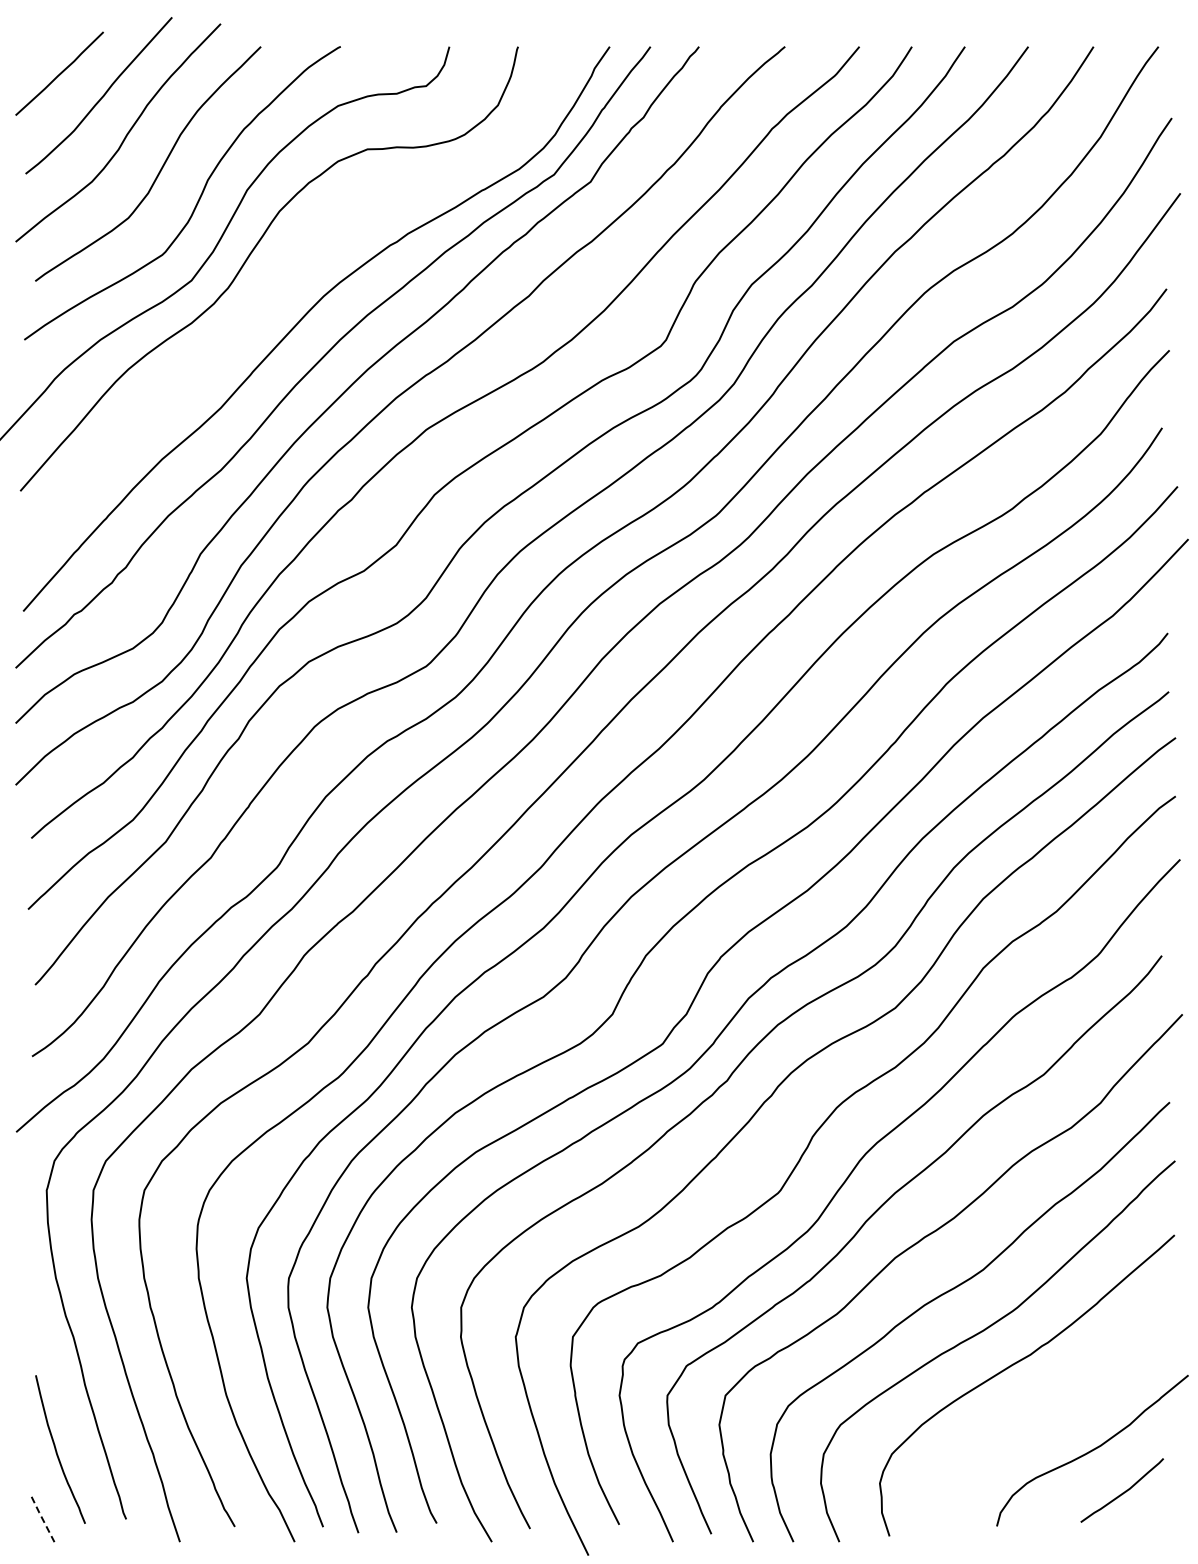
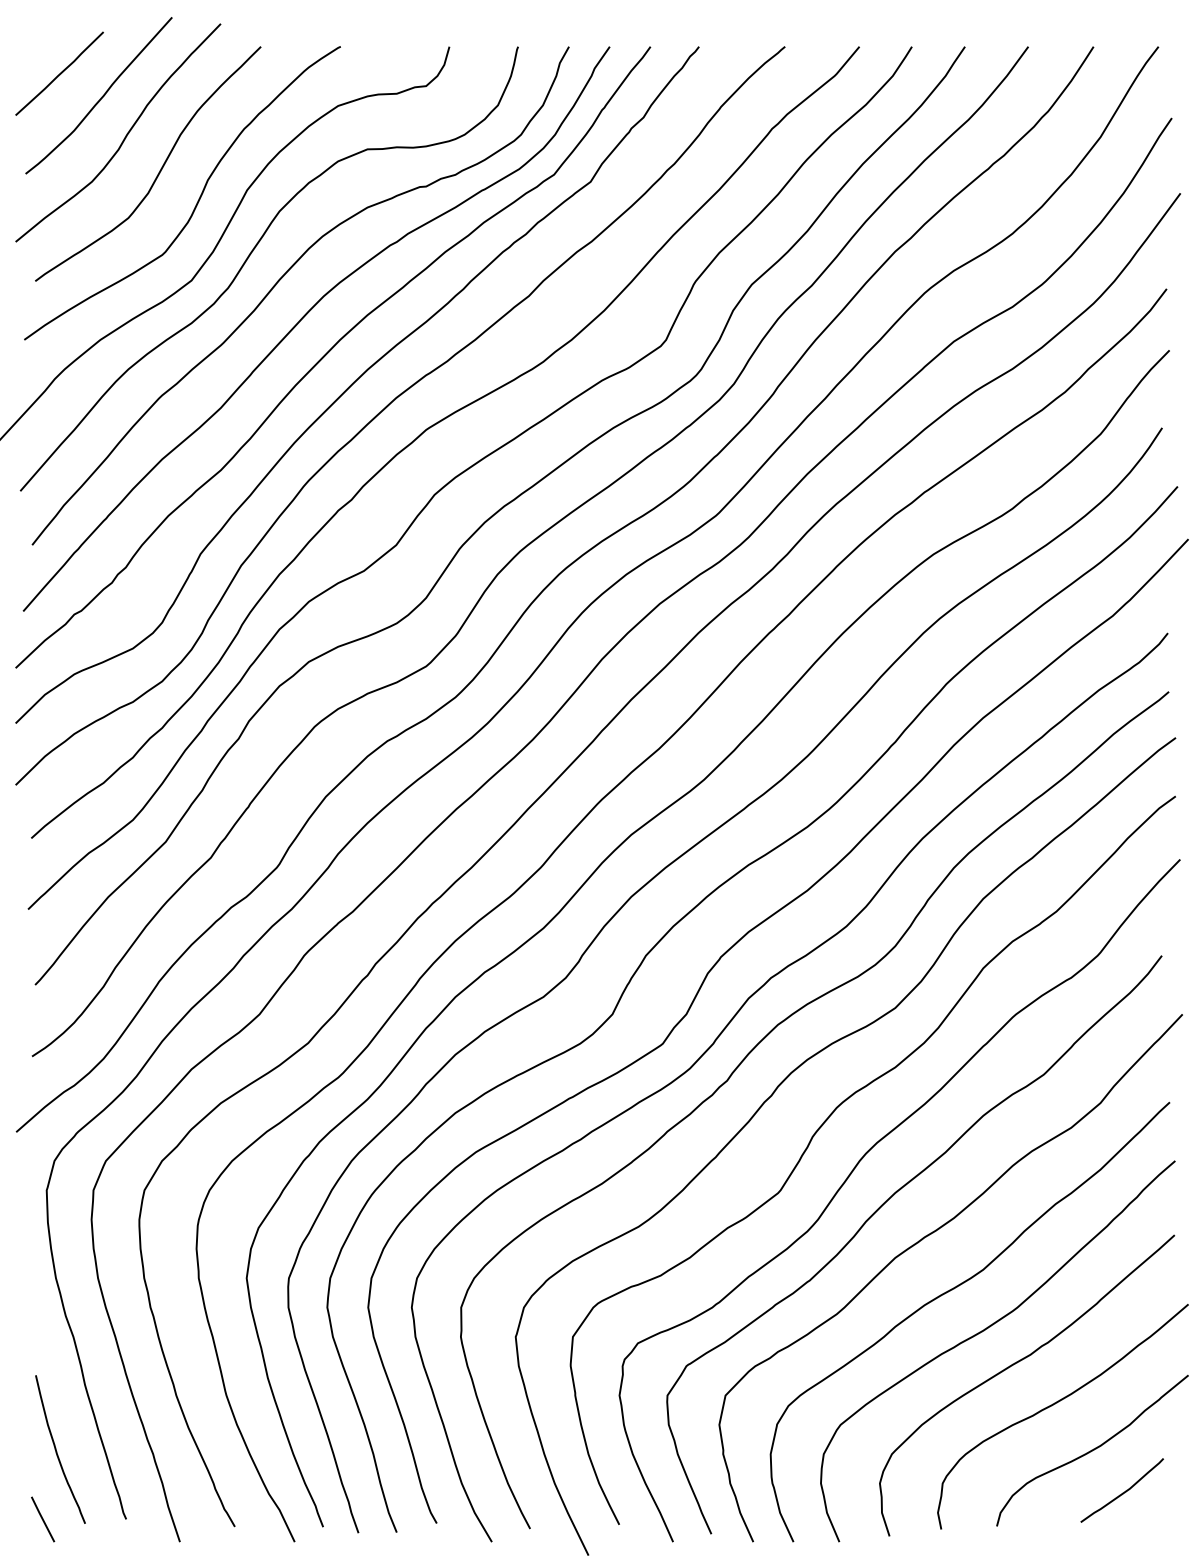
curve at (283, 277): none -> present
curve at (1055, 1404): none -> present
line at (42, 1519): dashed -> solid
